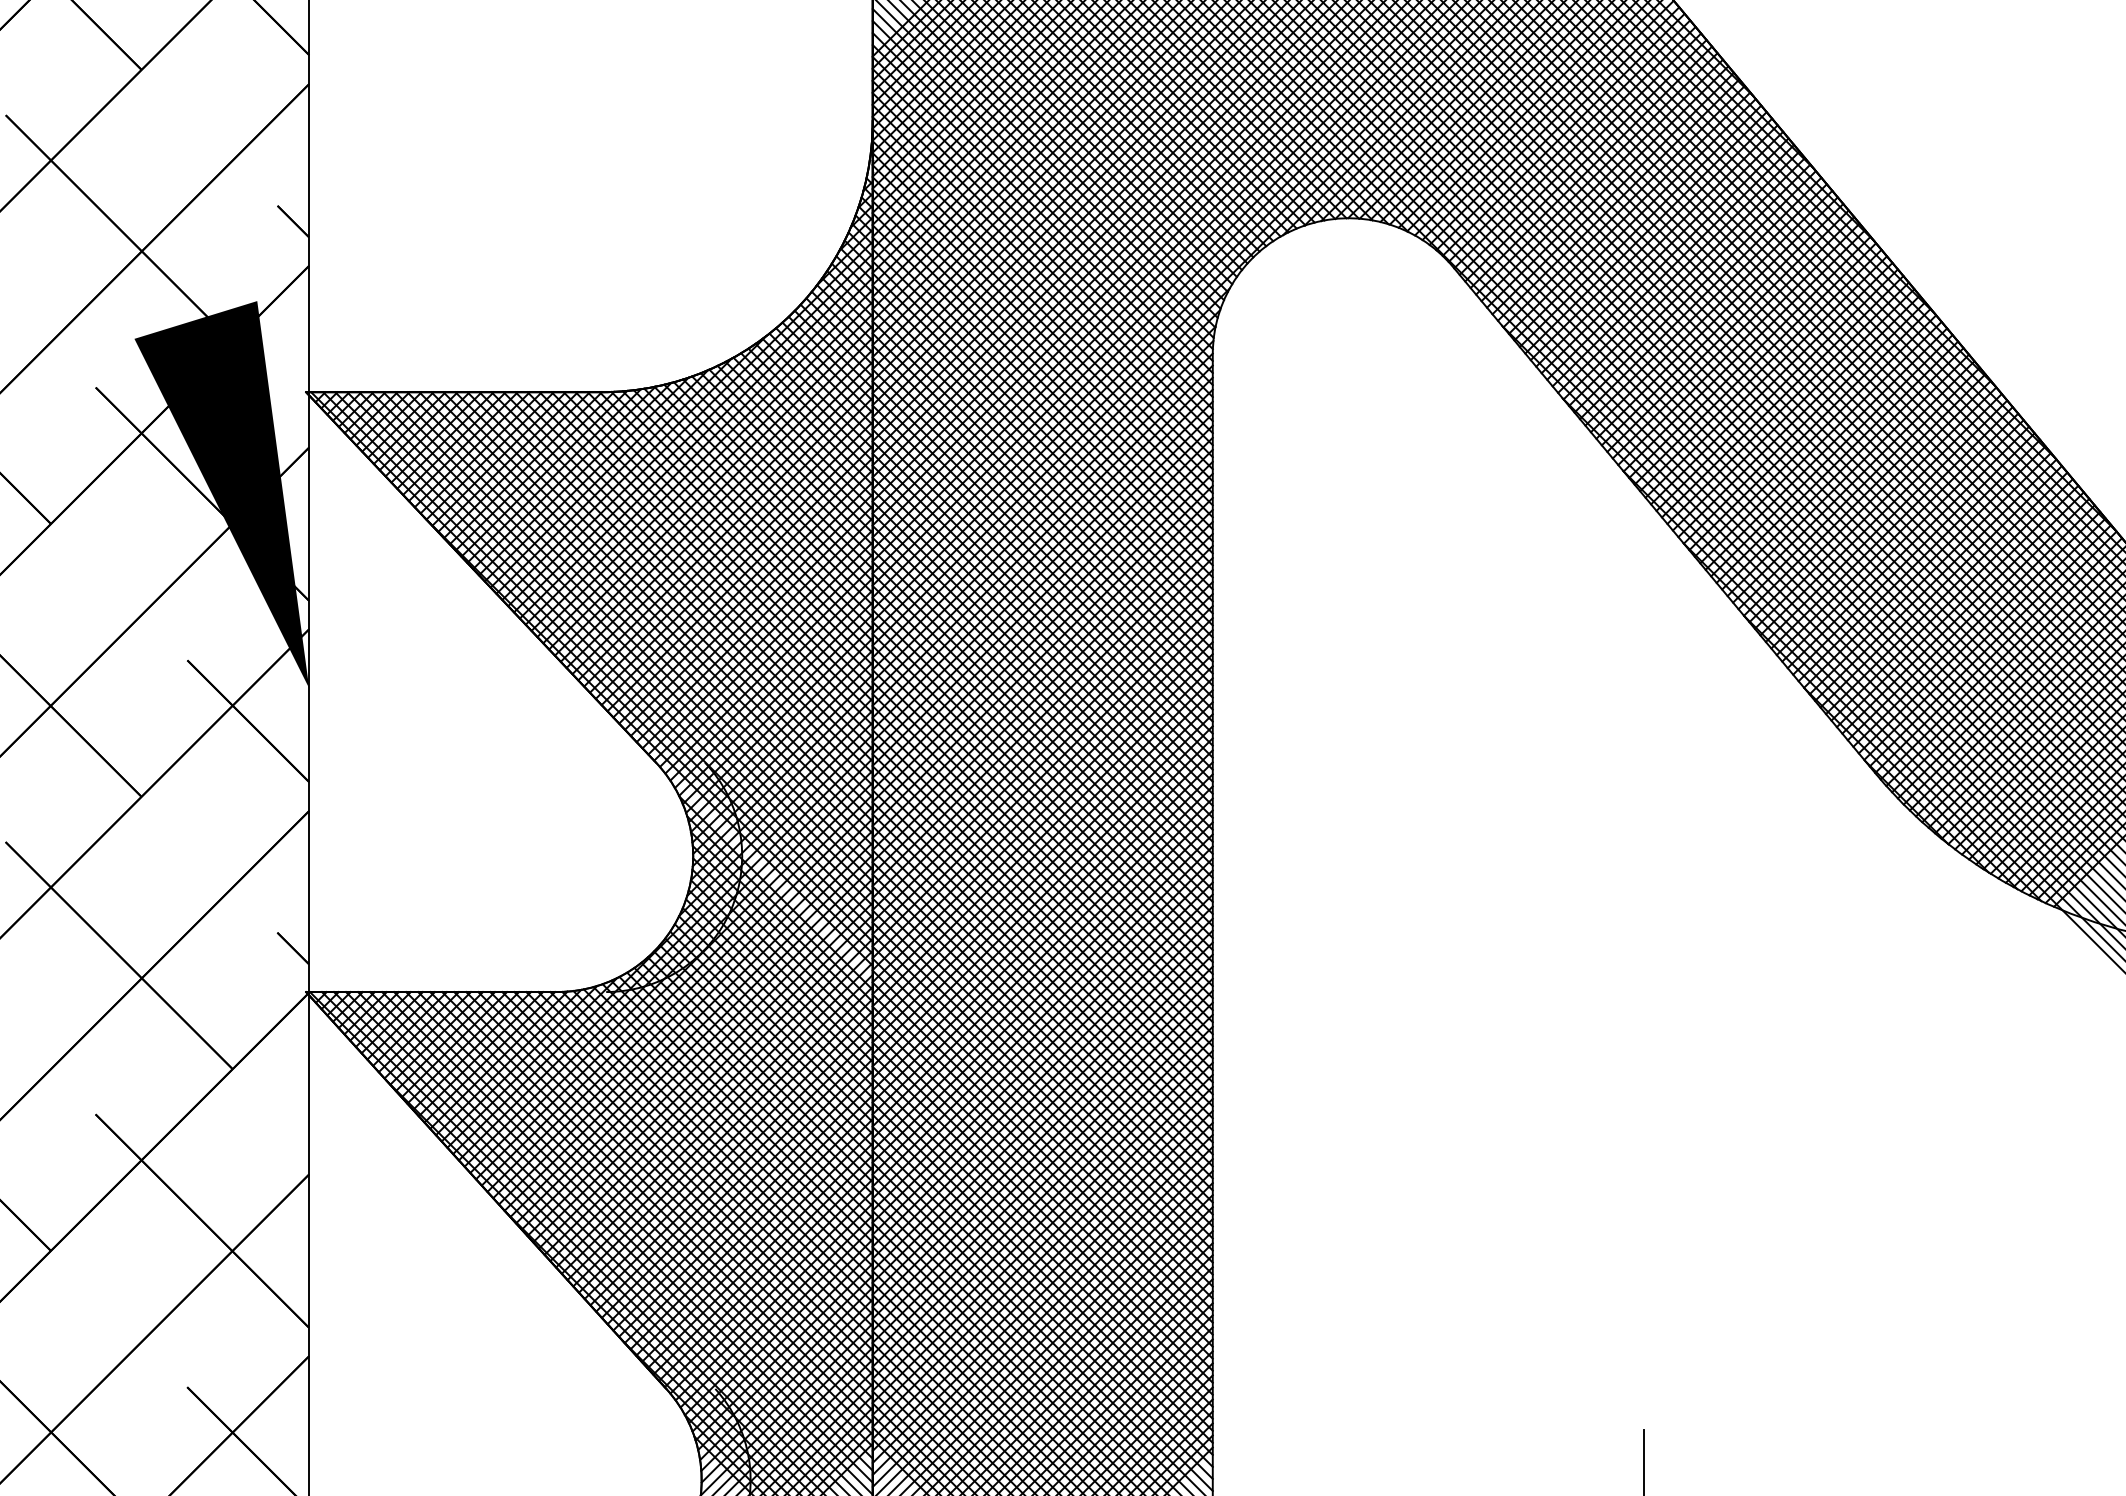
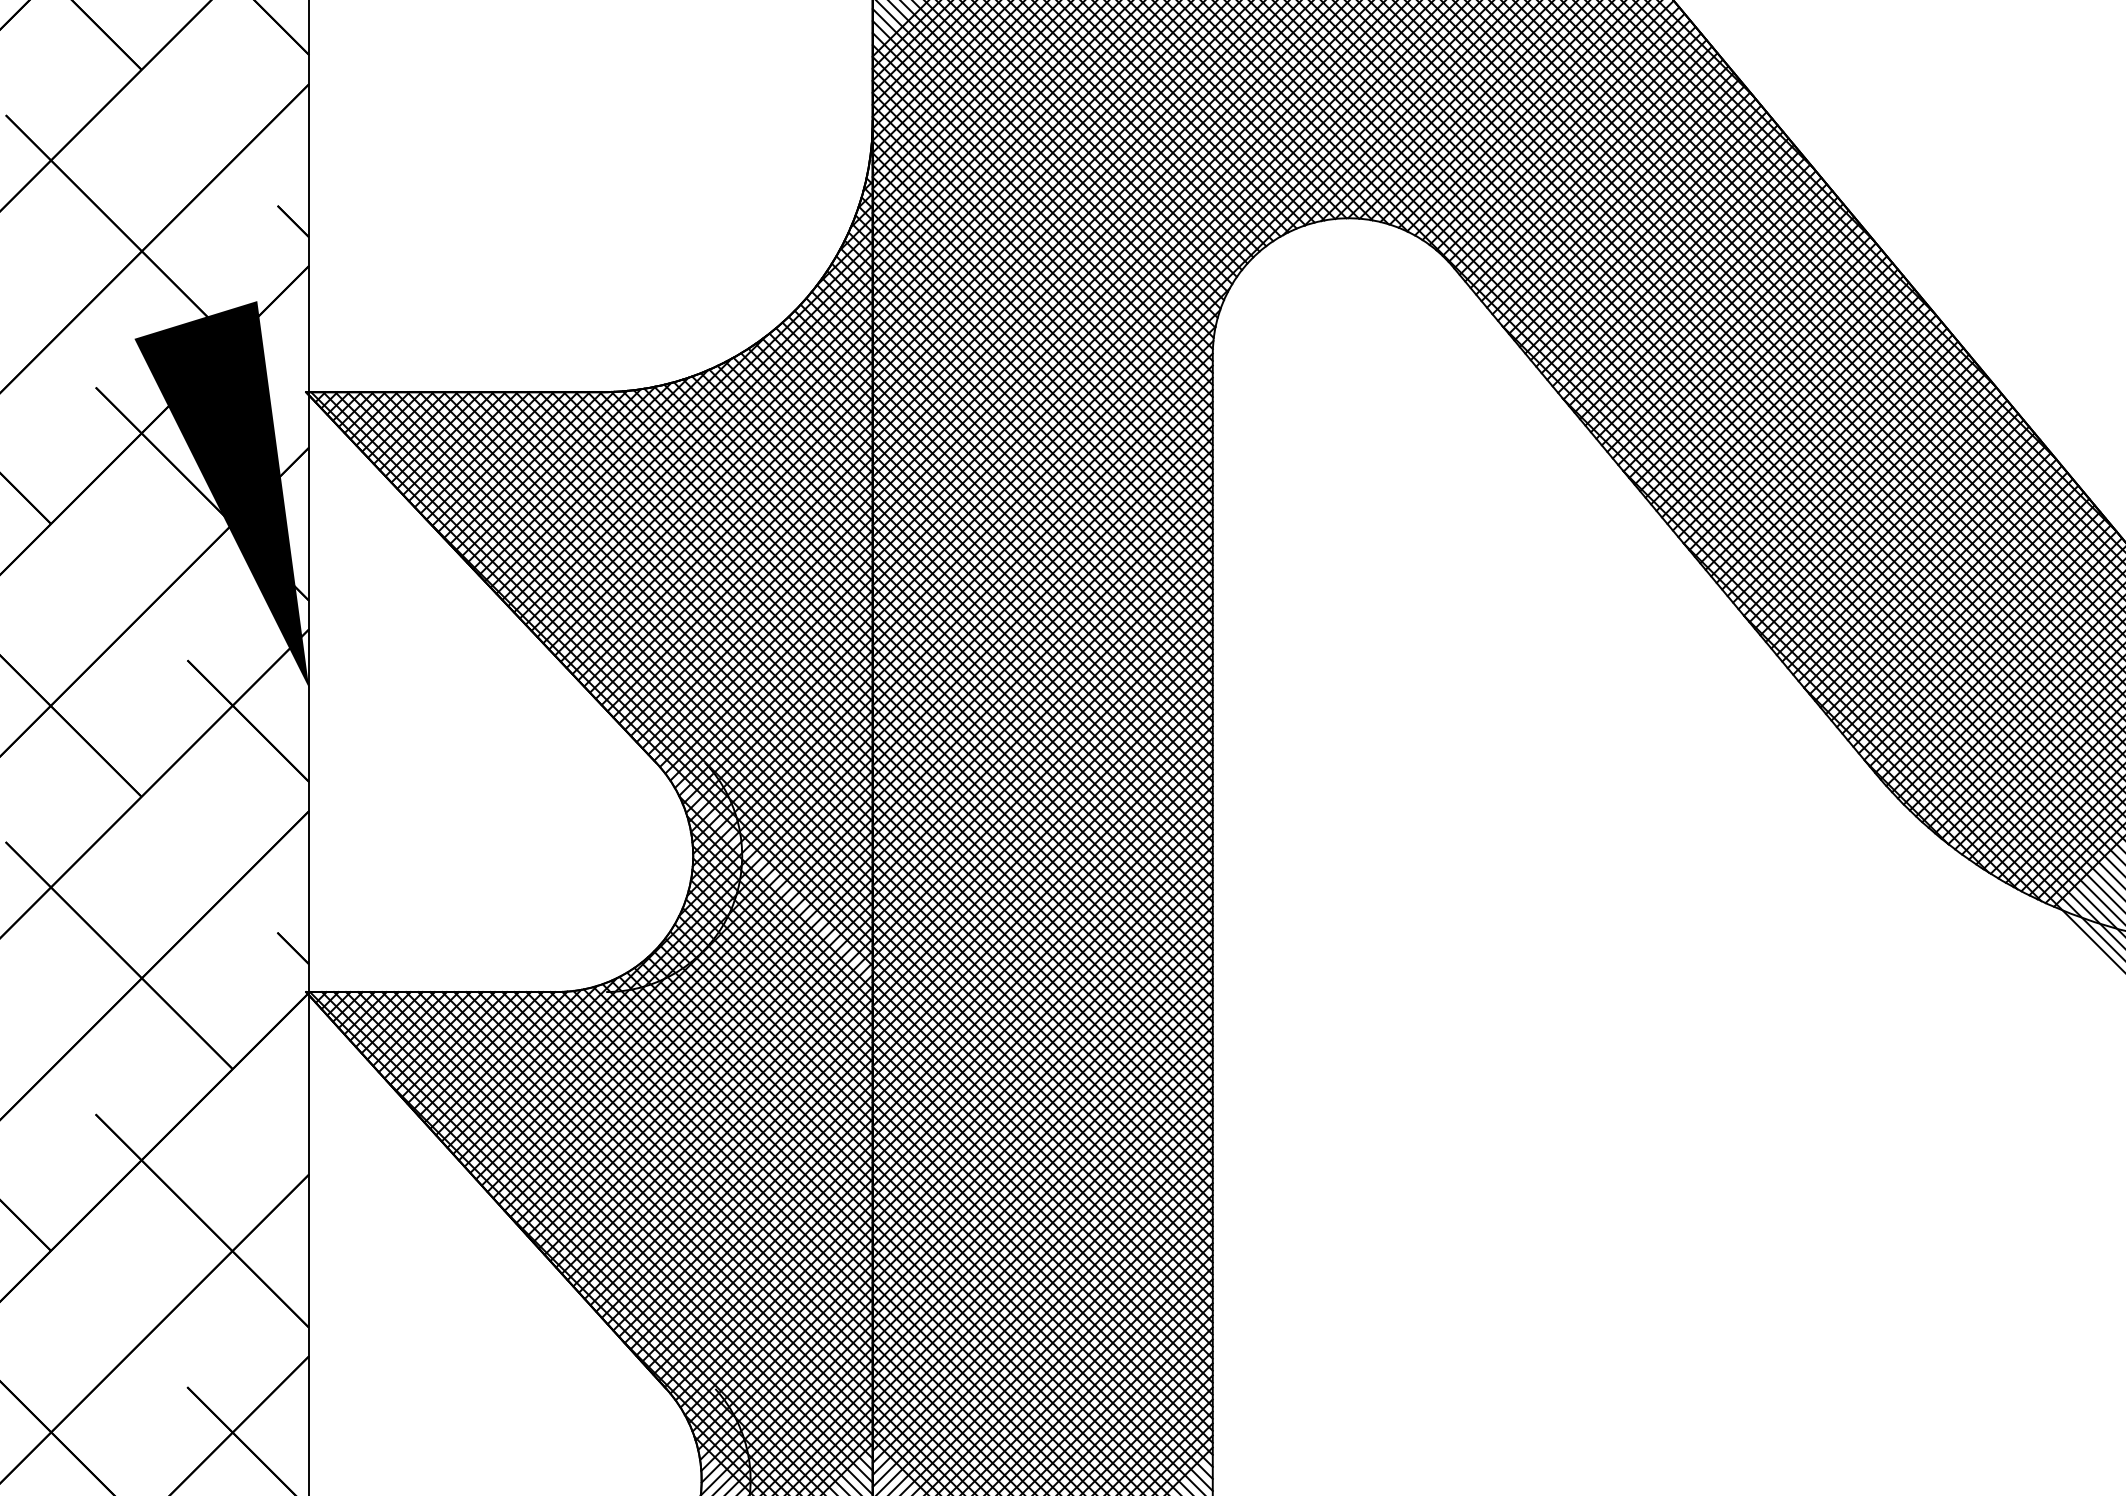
line at (1644, 1460): present -> none
